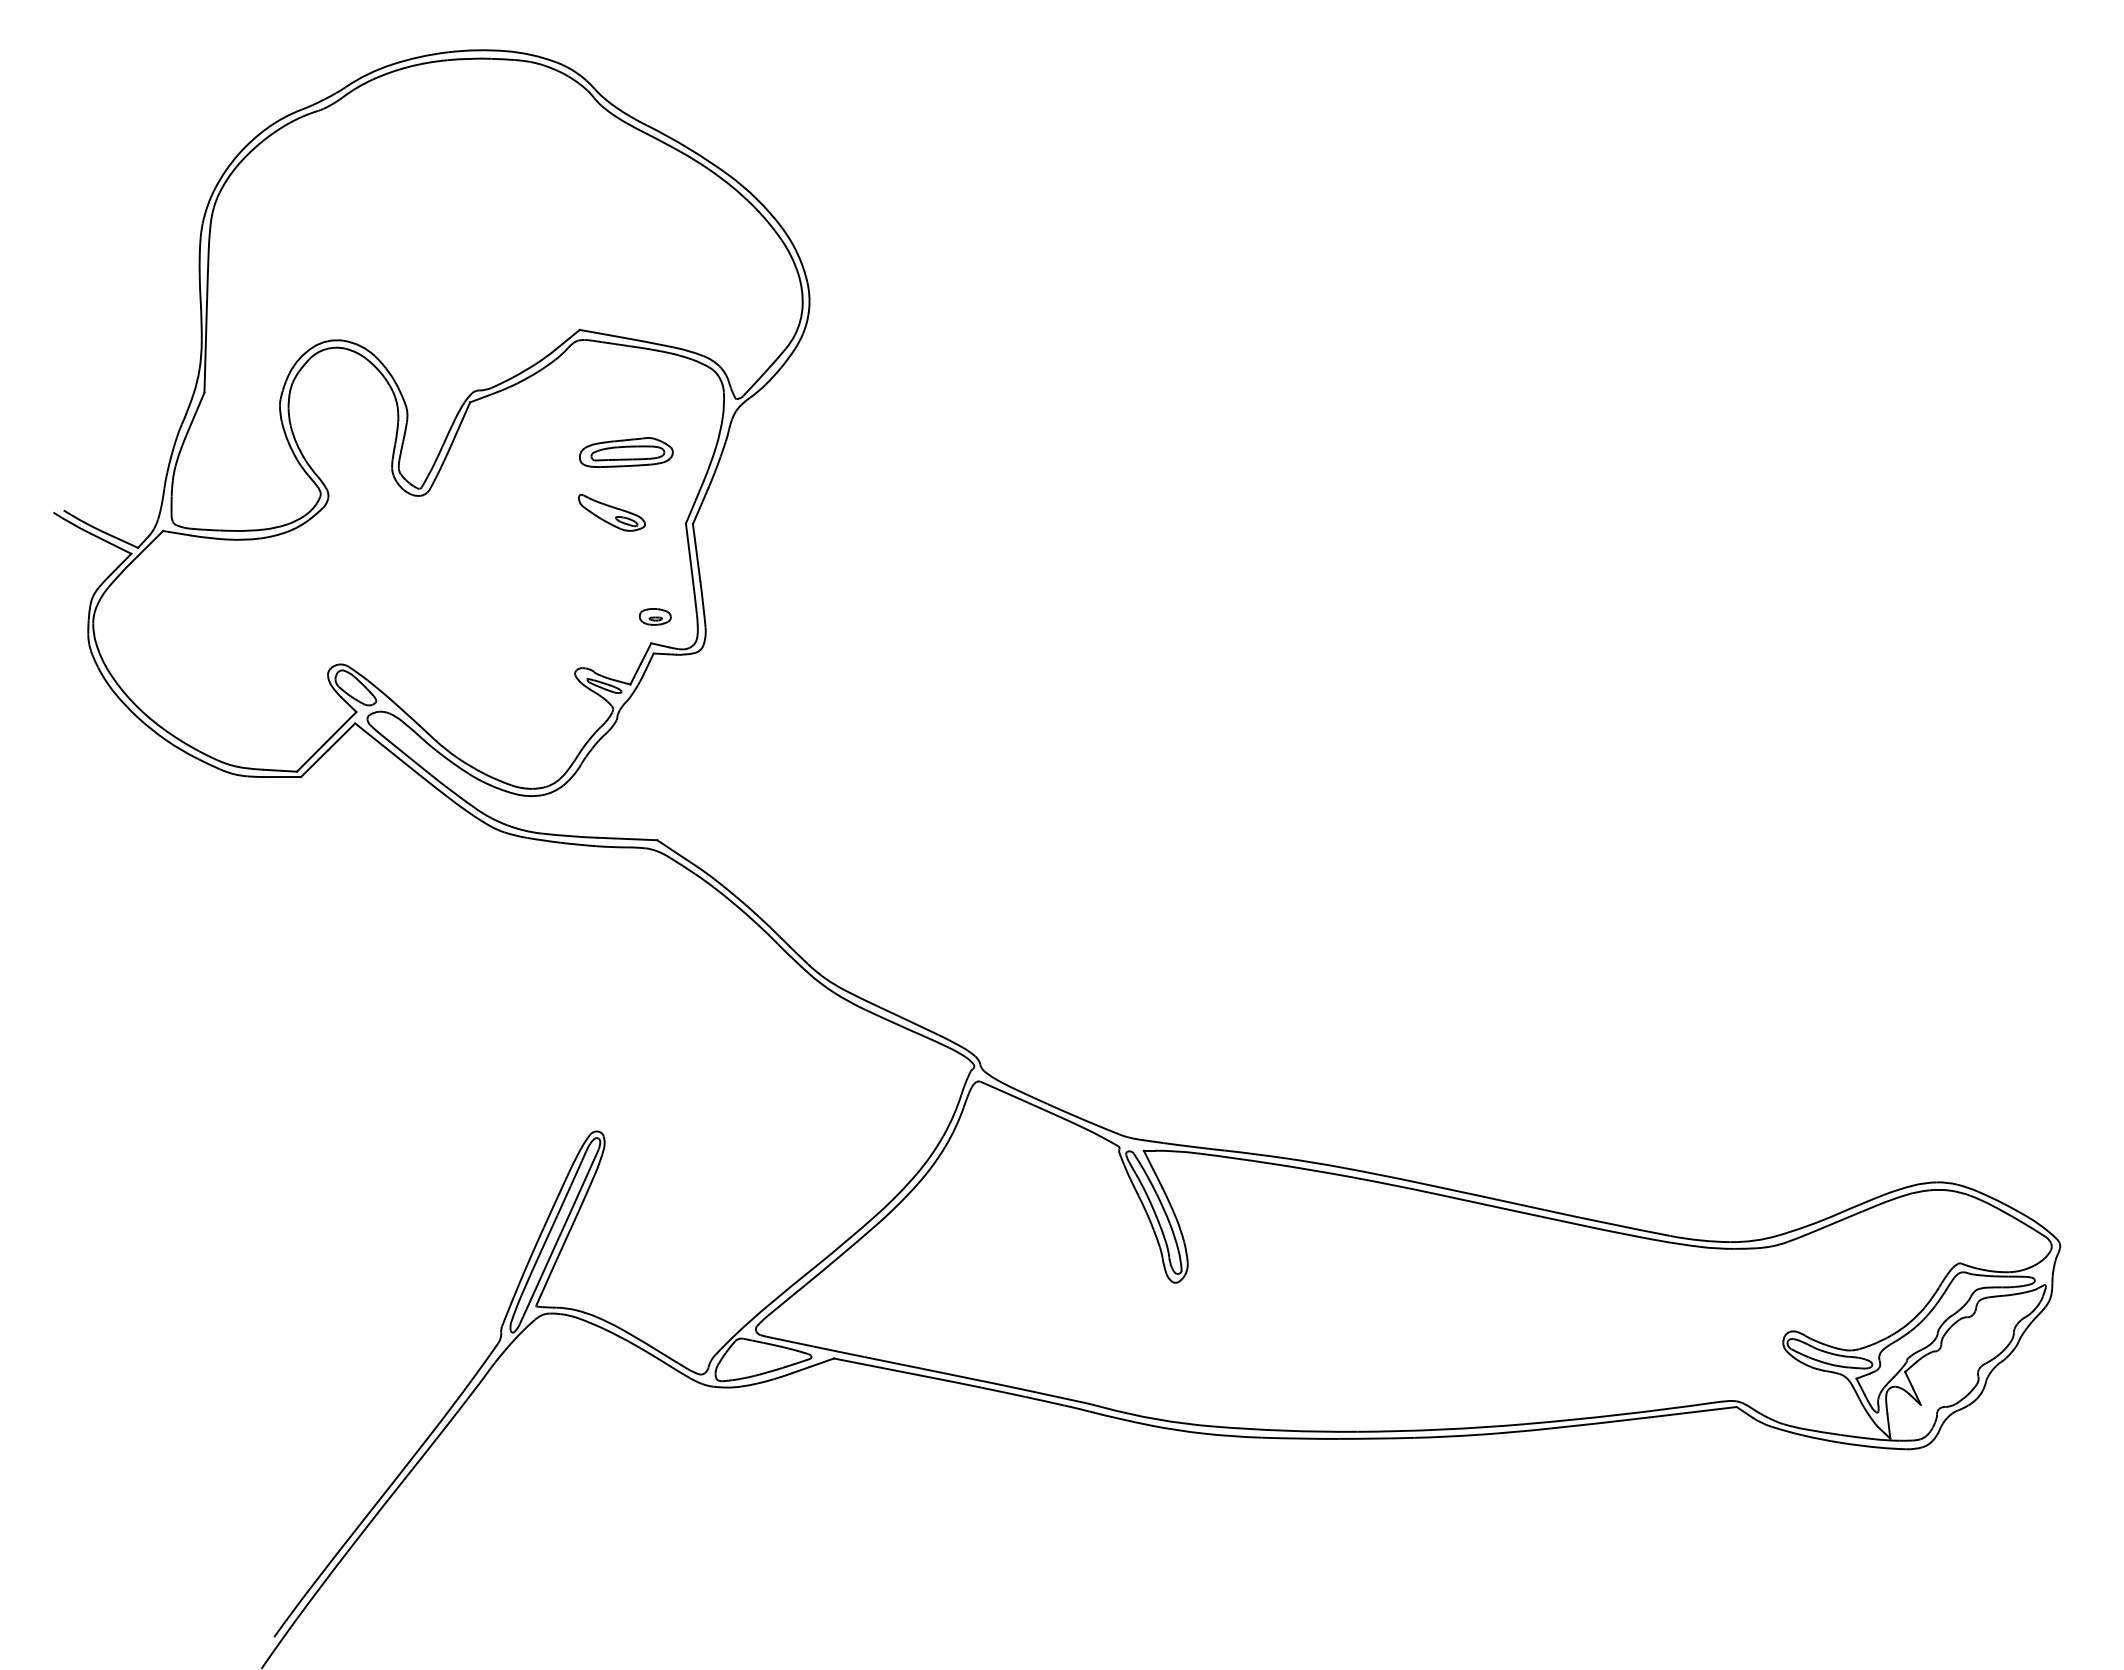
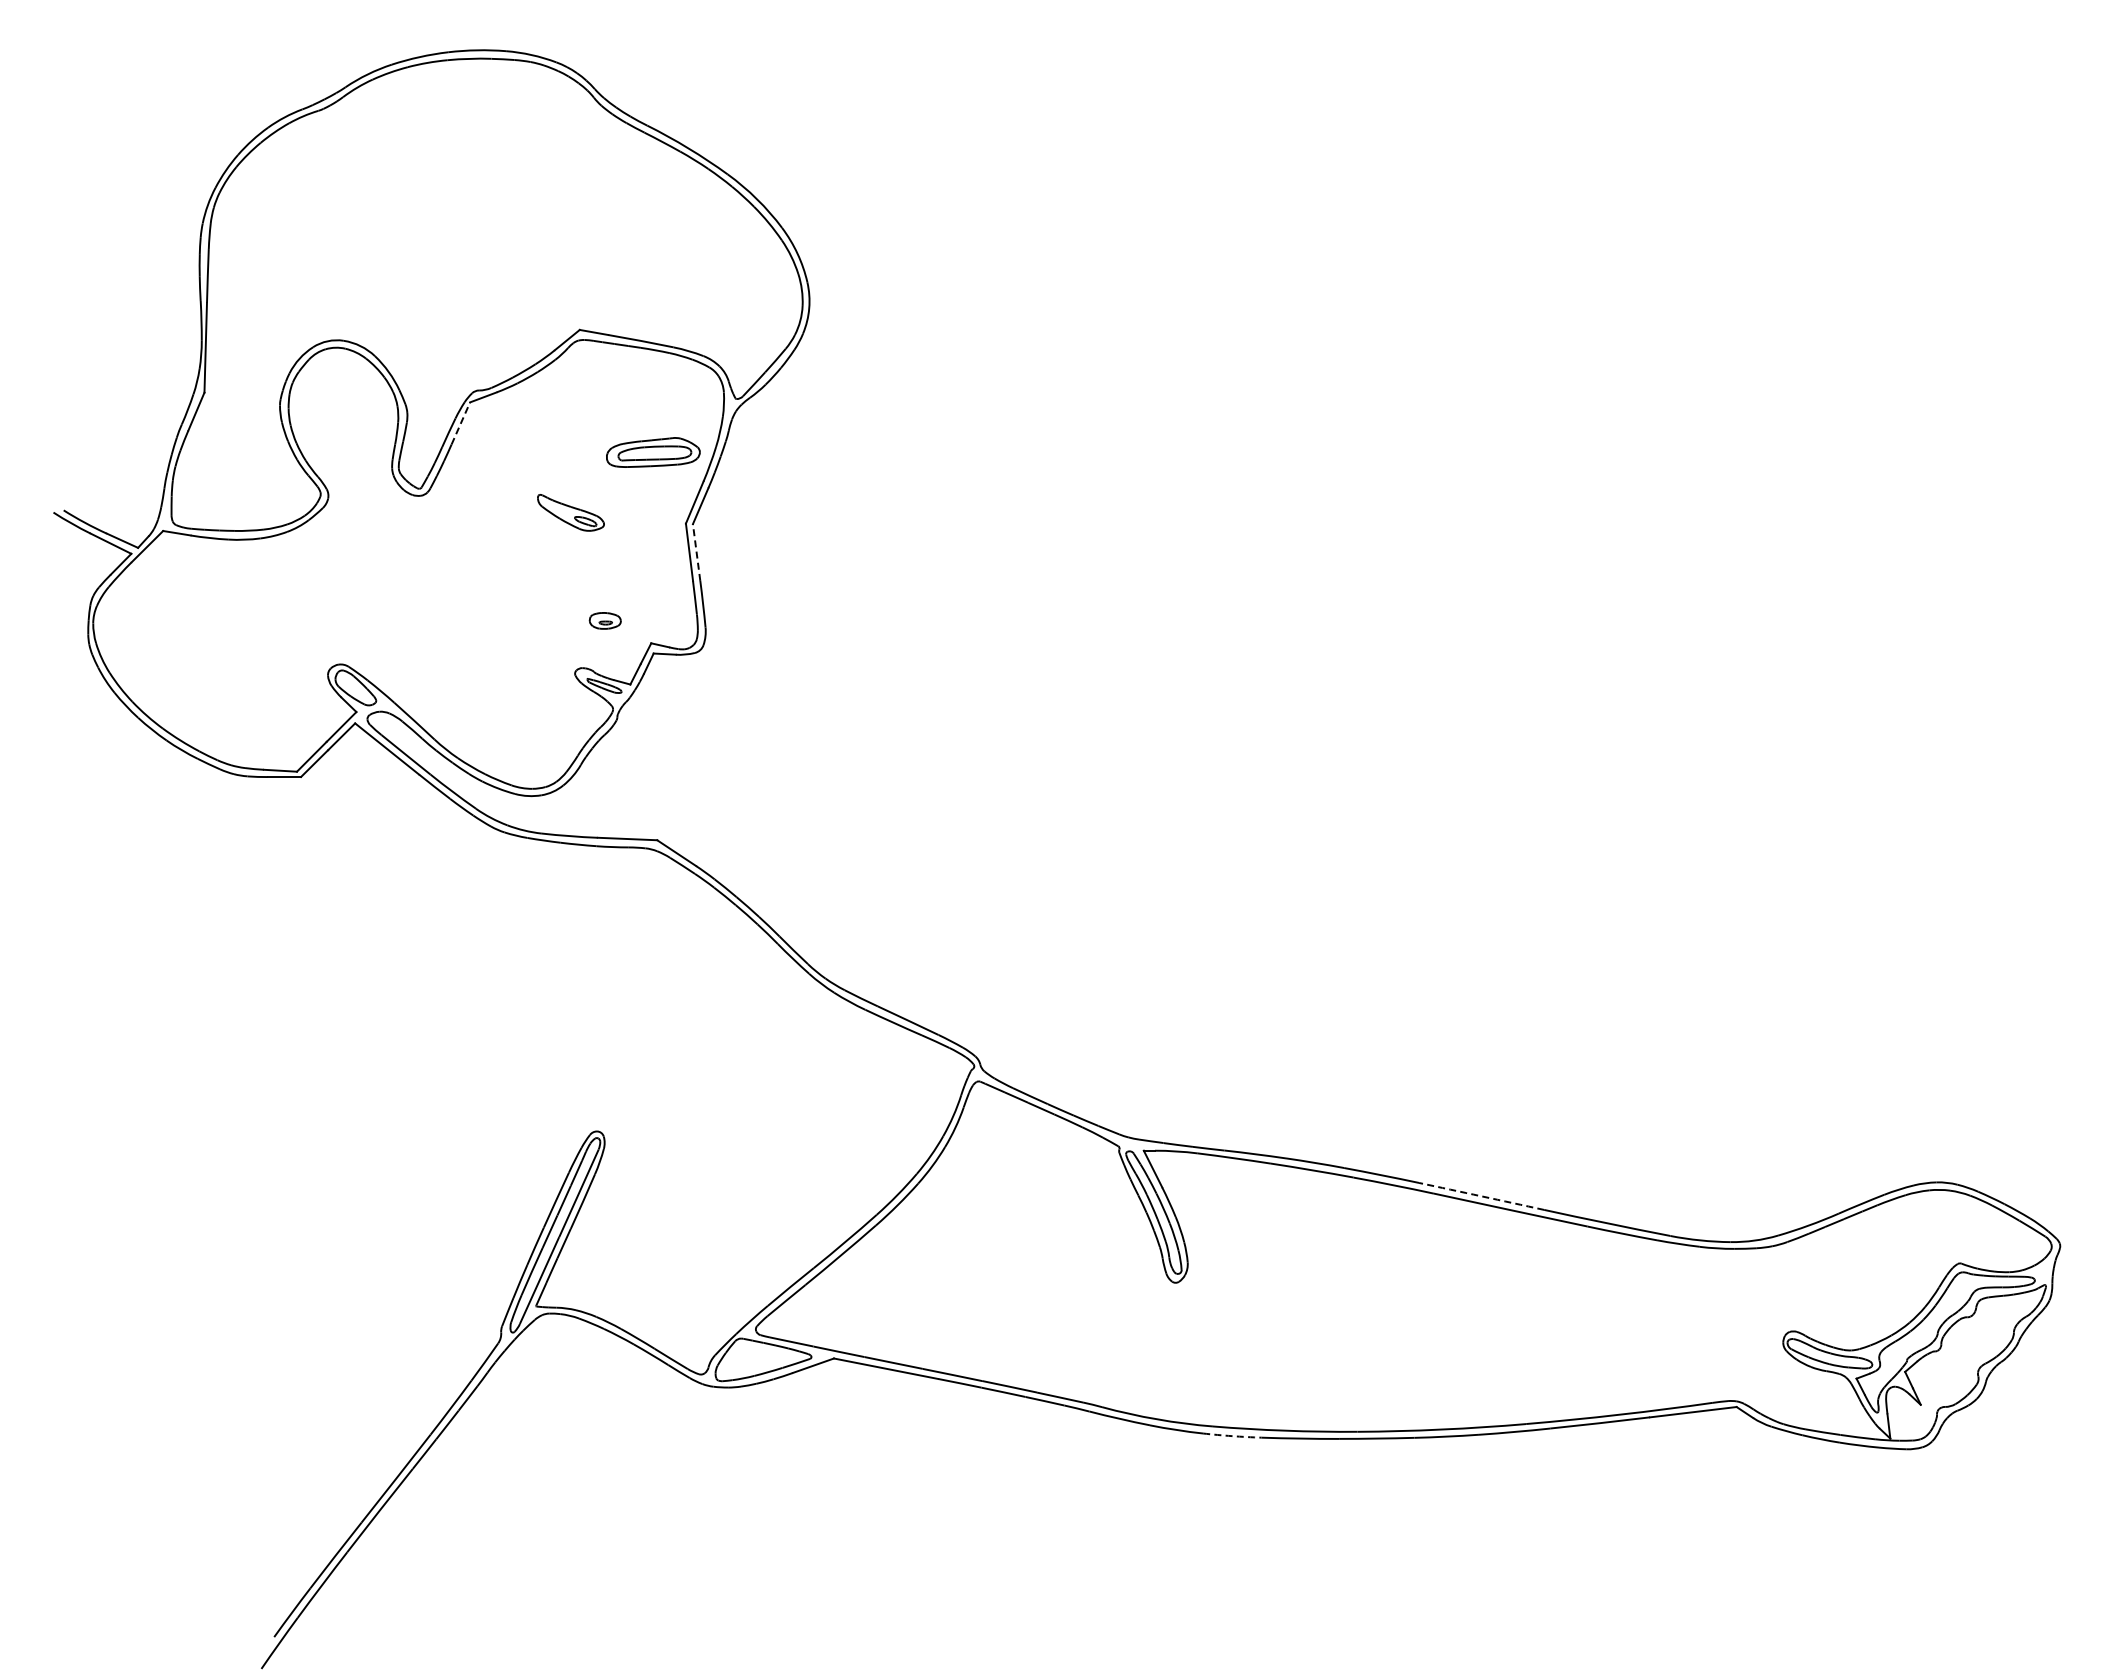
line at (461, 422): solid -> dashed
part at (626, 452) position: (626, 452) -> (653, 452)
part at (611, 512) position: (611, 512) -> (570, 512)
line at (696, 552): solid -> dashed
part at (654, 616) position: (654, 616) -> (604, 620)
arc at (1481, 1196): solid -> dashed
arc at (1232, 1436): solid -> dashed
